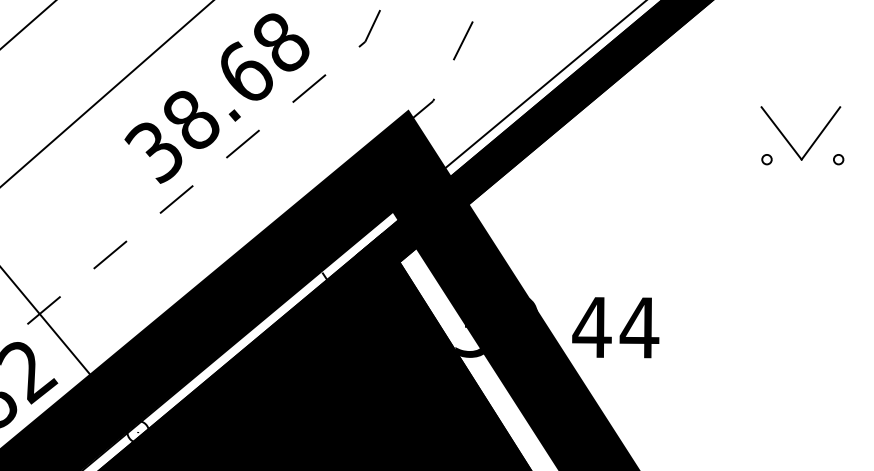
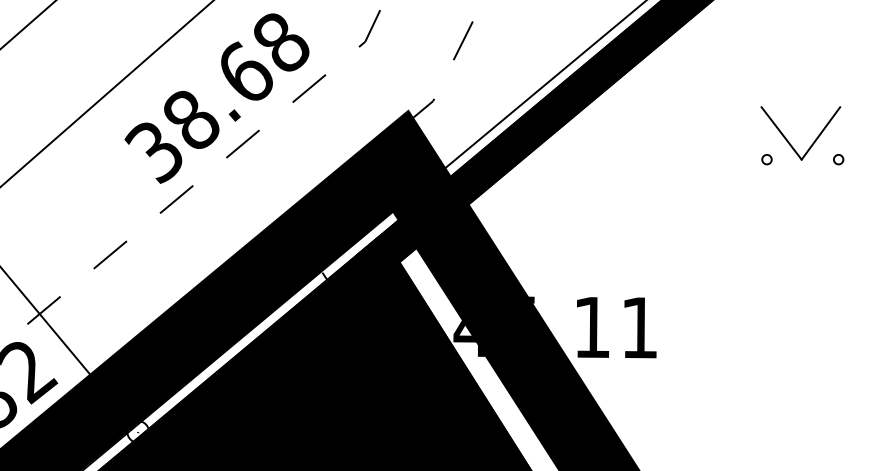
text at (556, 327): 39.44 -> 45.11
